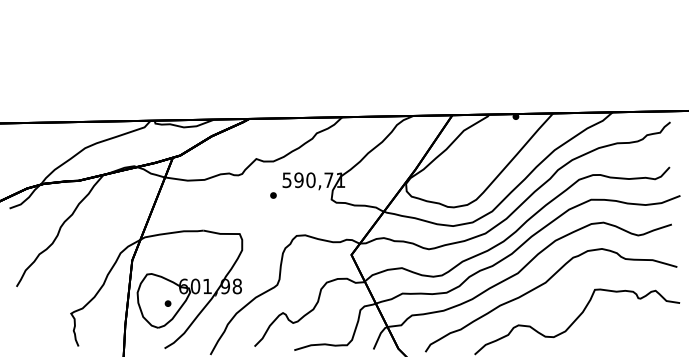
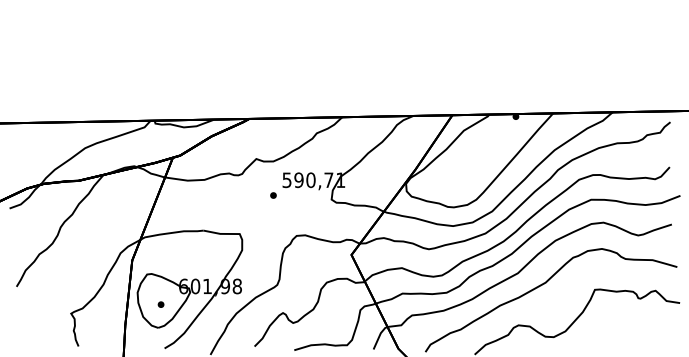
part at (167, 303) position: (167, 303) -> (160, 304)
